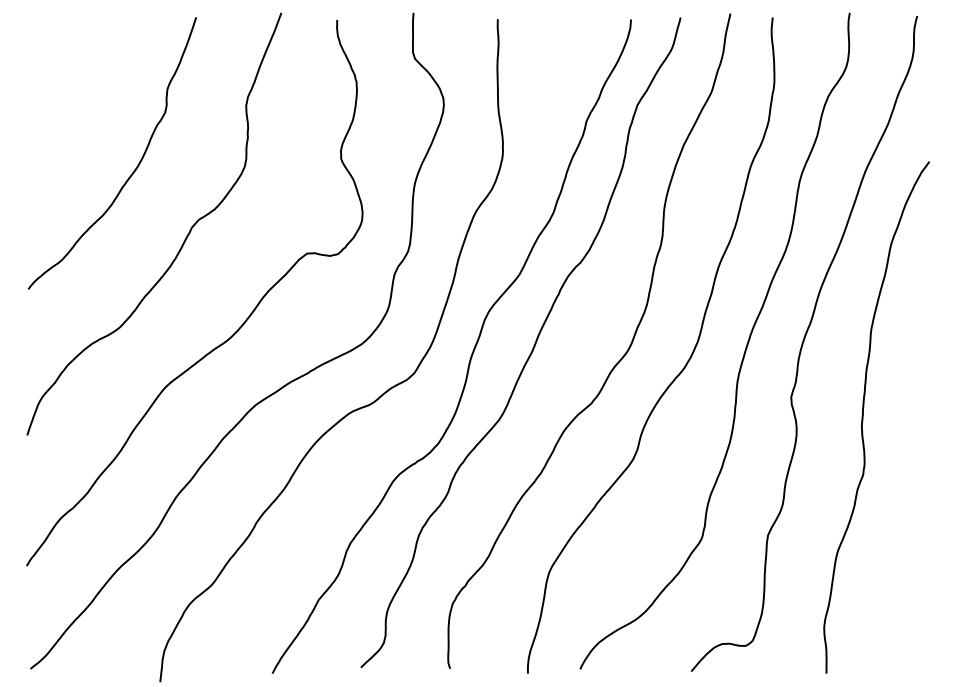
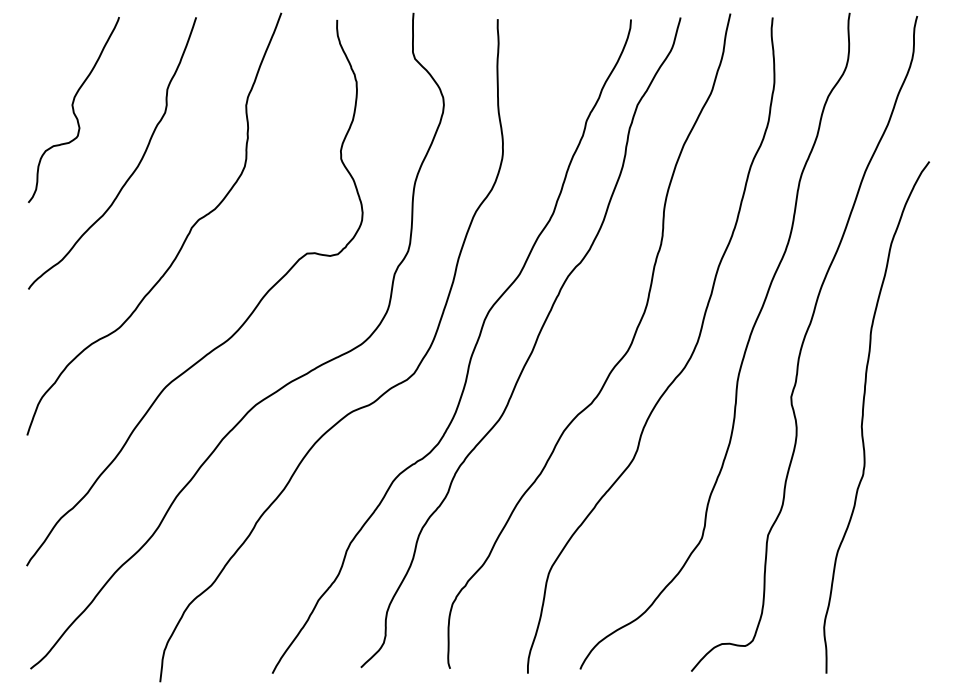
curve at (73, 109): none -> present
